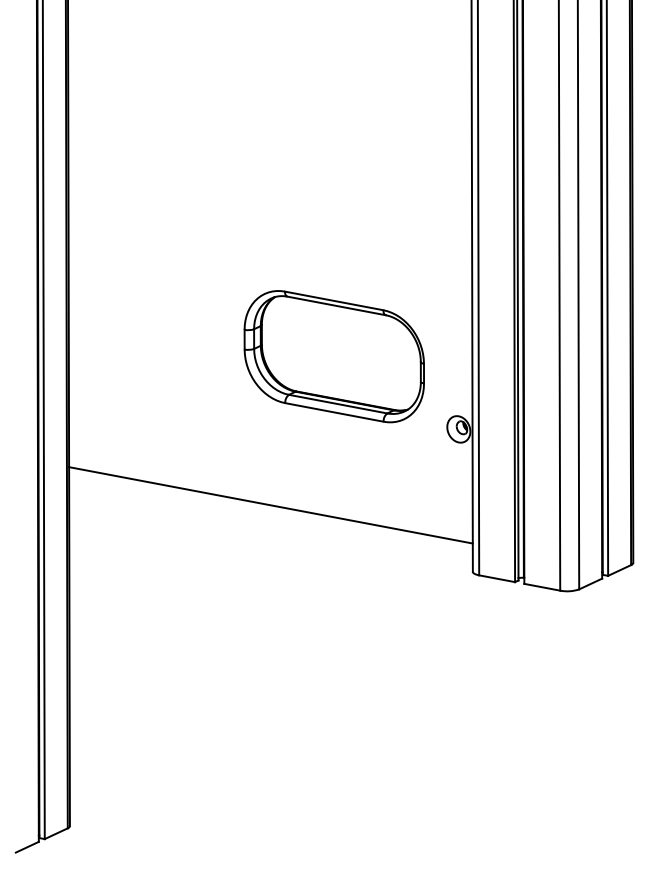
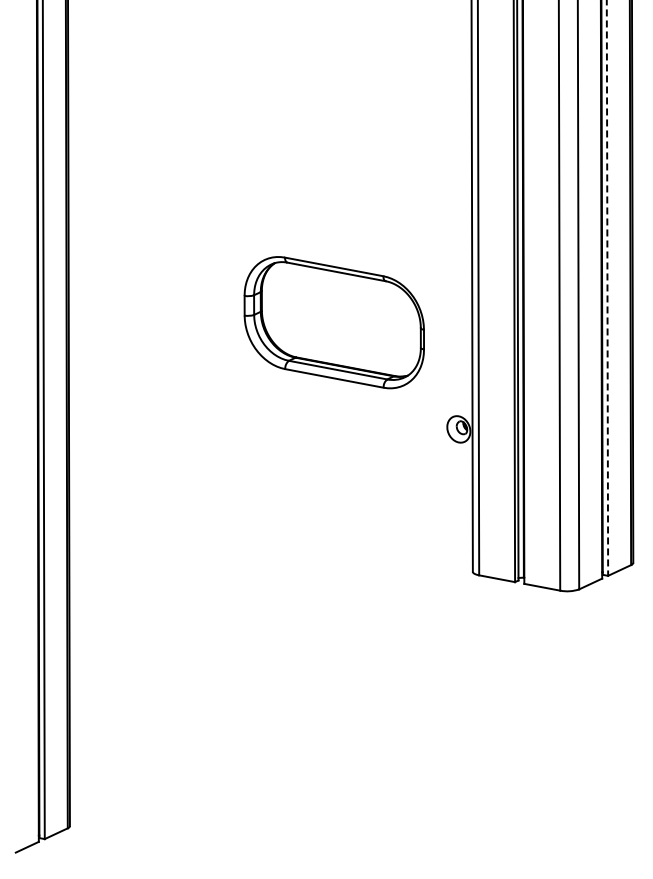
line at (607, 287): solid -> dashed
part at (333, 356) position: (333, 356) -> (333, 322)
line at (270, 505): present -> none
